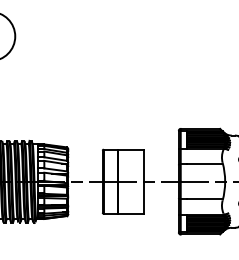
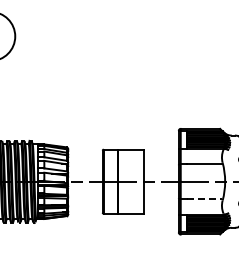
line at (204, 199): solid -> dashed
